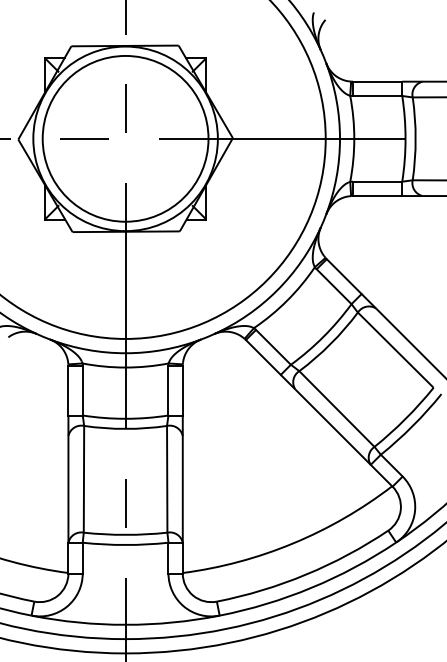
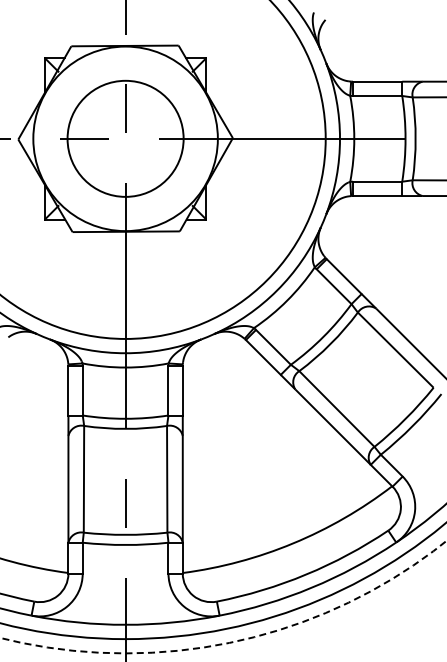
circle at (125, 138) diameter: 166 px -> 116 px
circle at (223, 596): solid -> dashed
